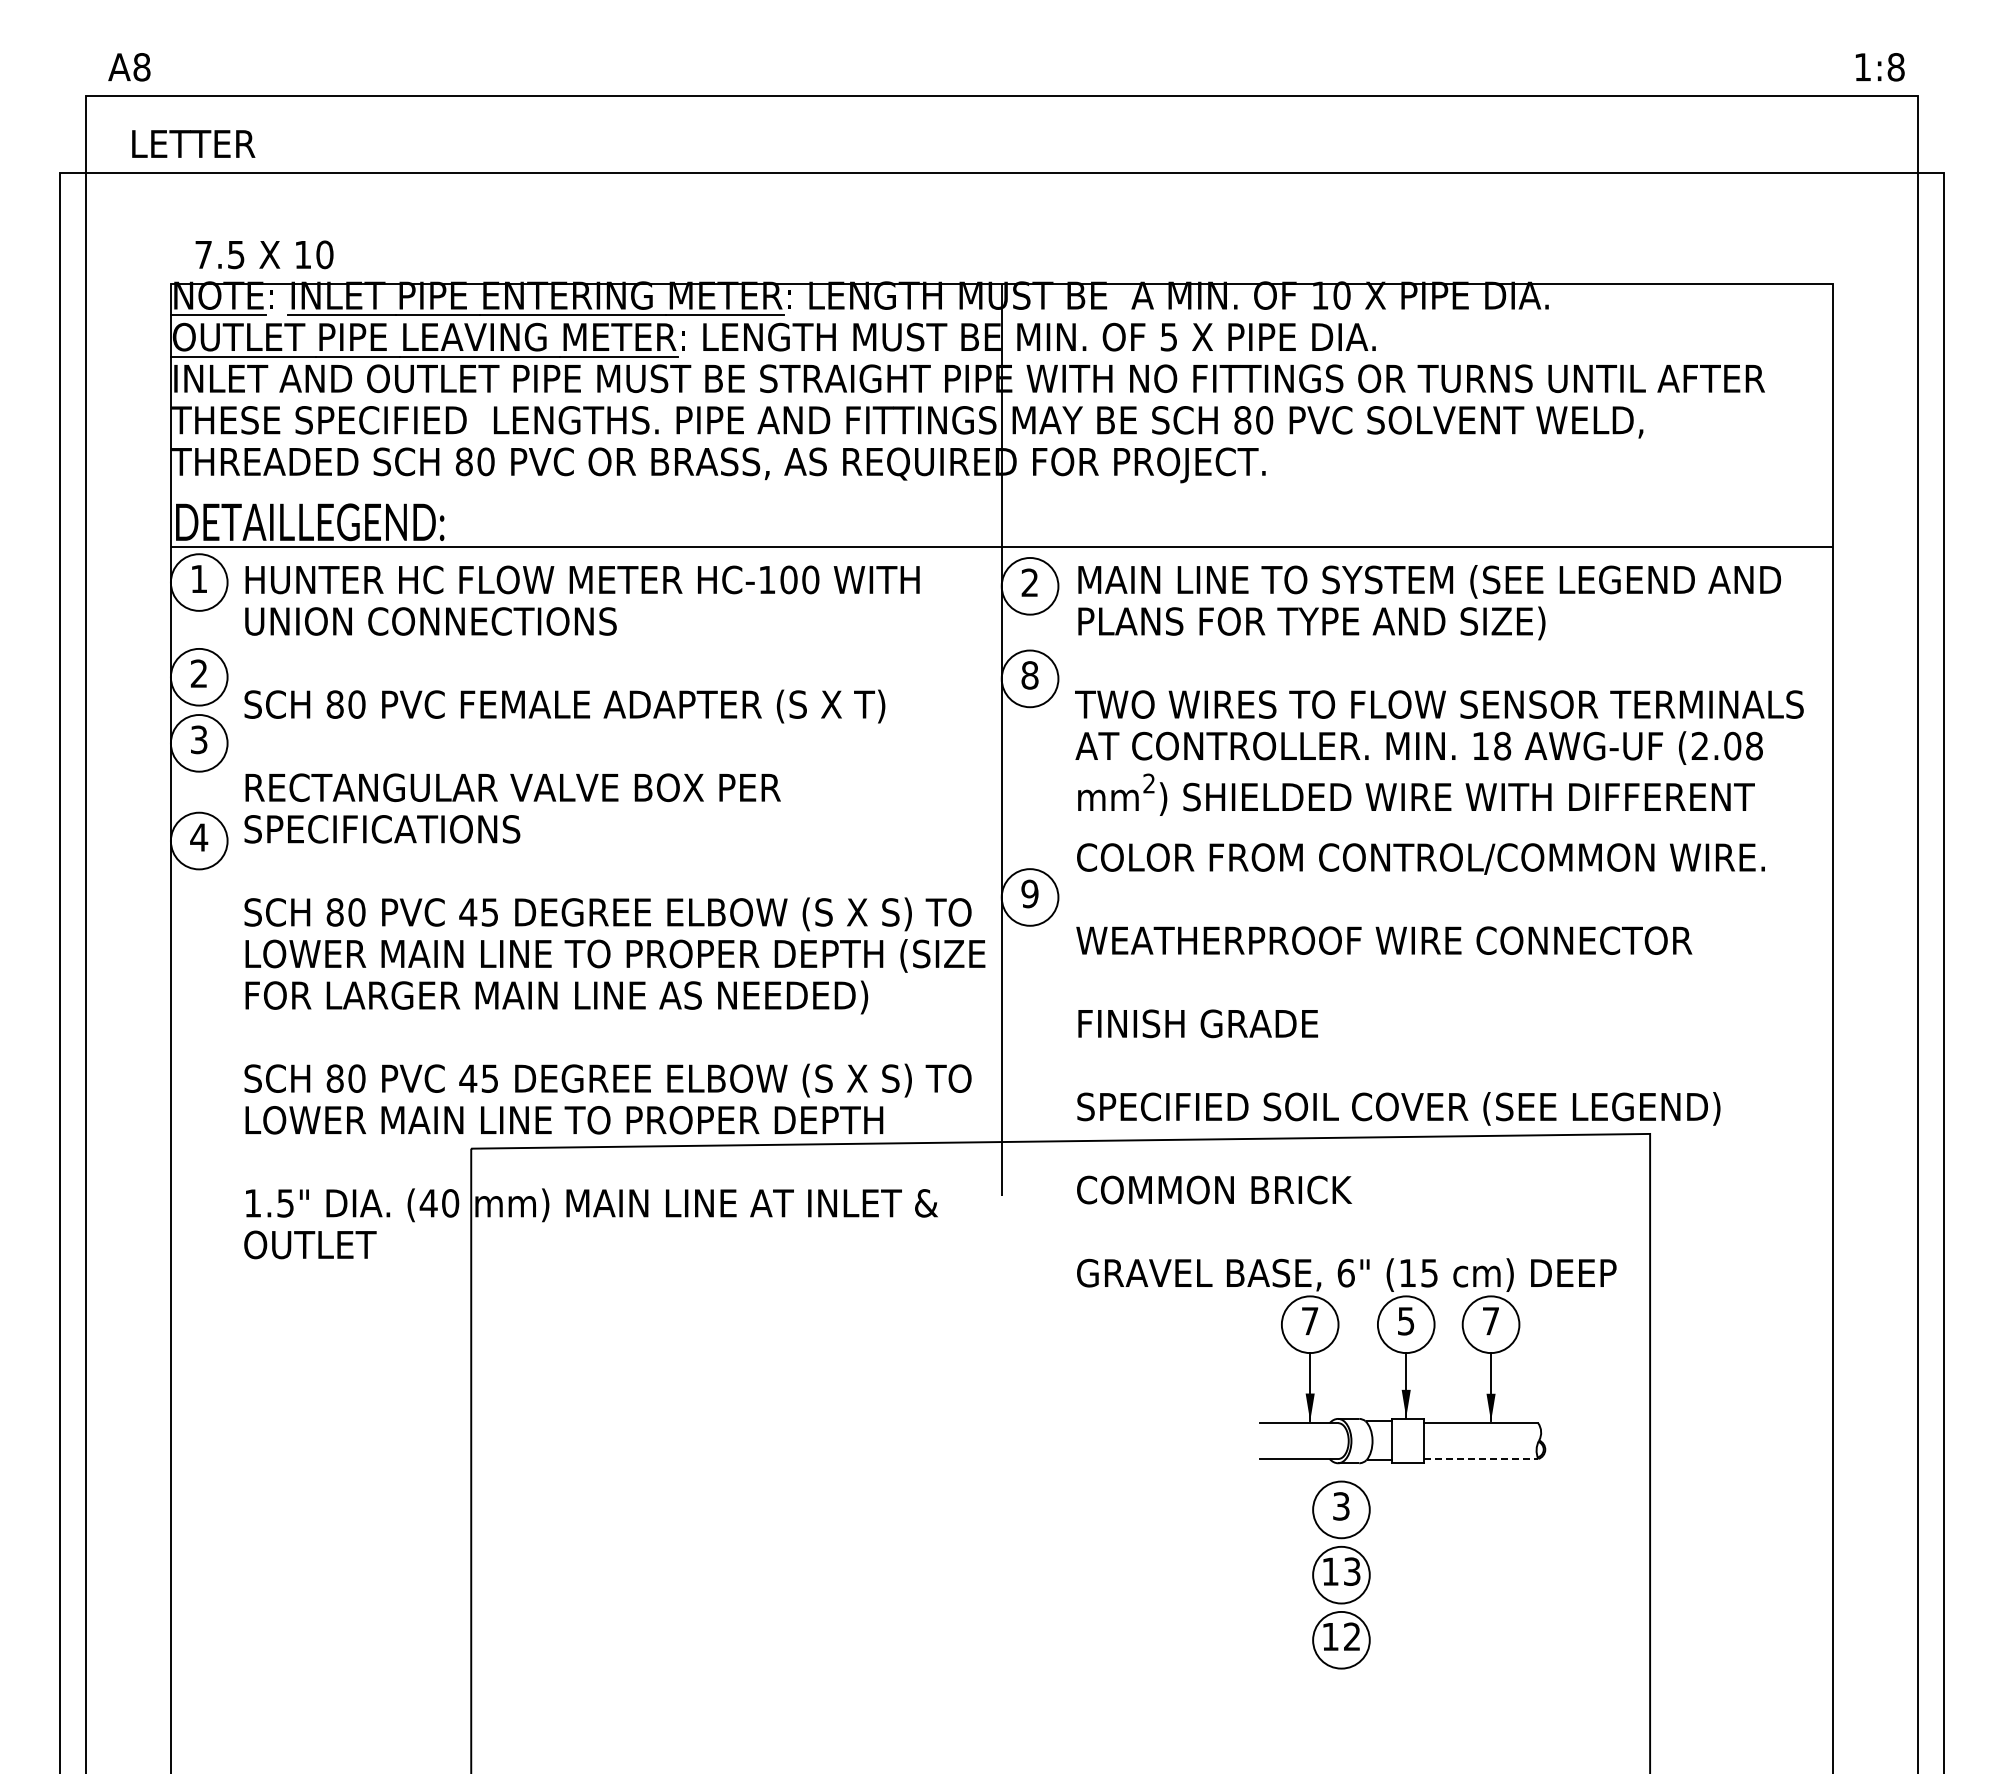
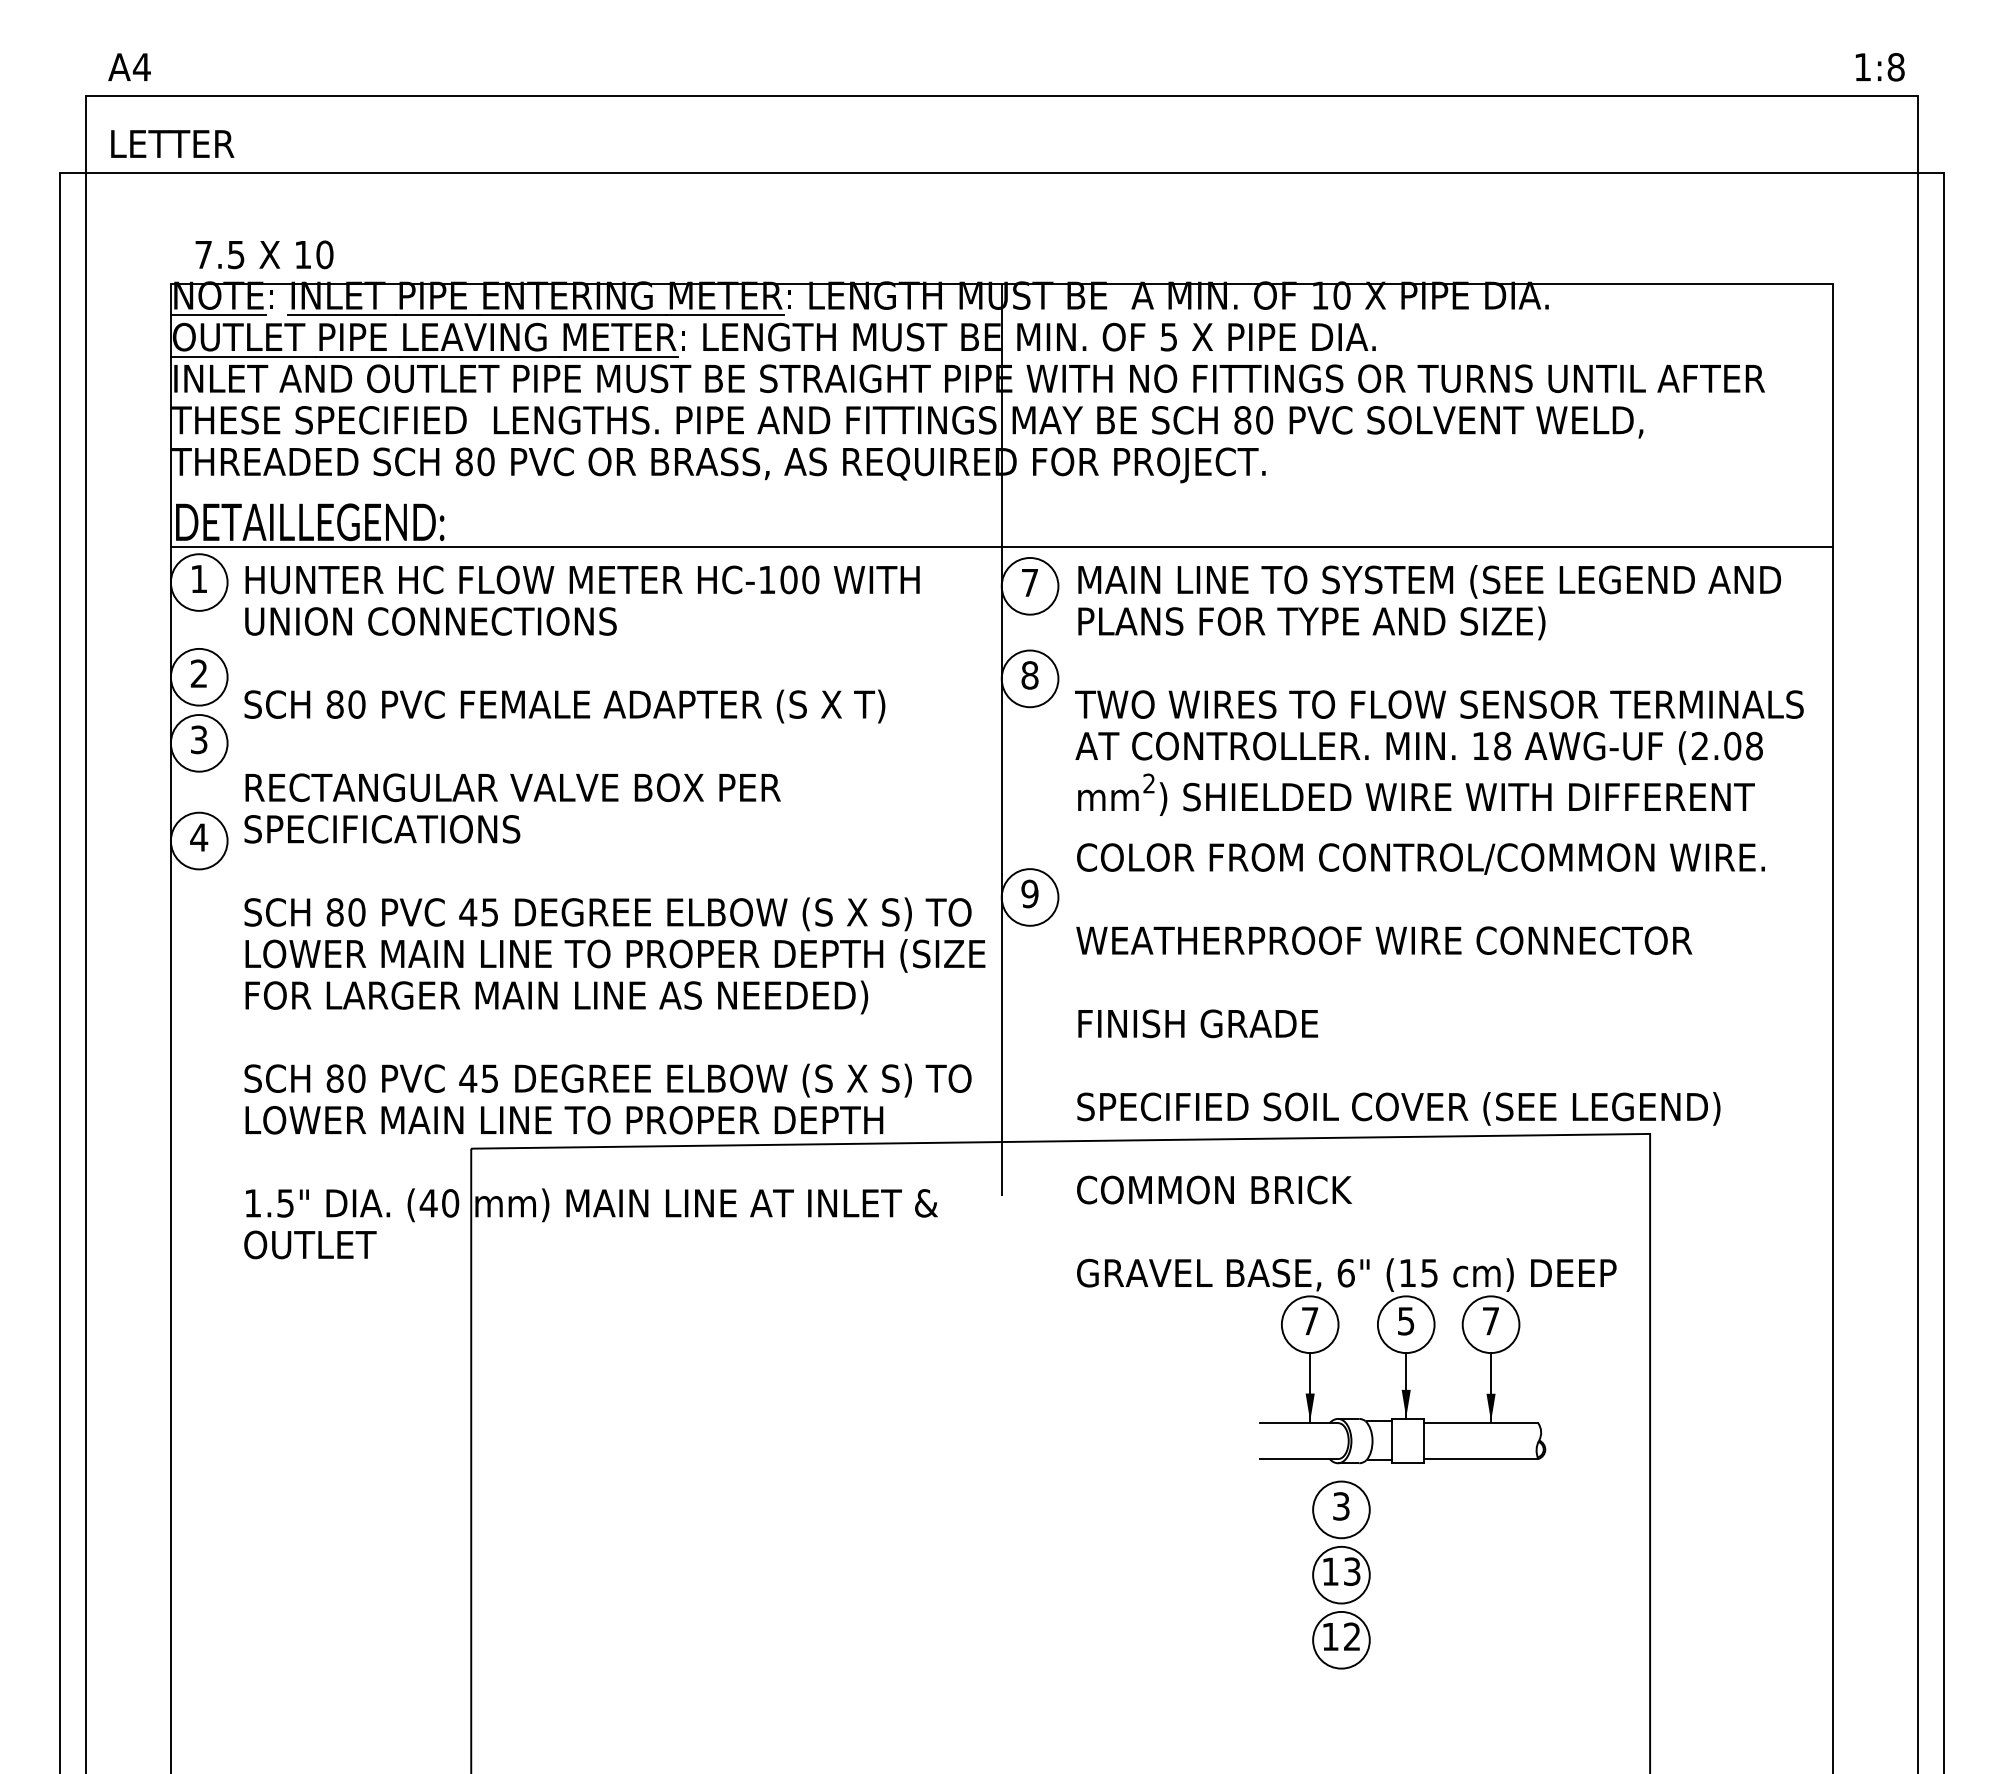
text at (141, 67): A8 -> A4
text at (193, 143) position: (193, 143) -> (172, 143)
text at (1029, 582): 2 -> 7
line at (1481, 1458): dashed -> solid
